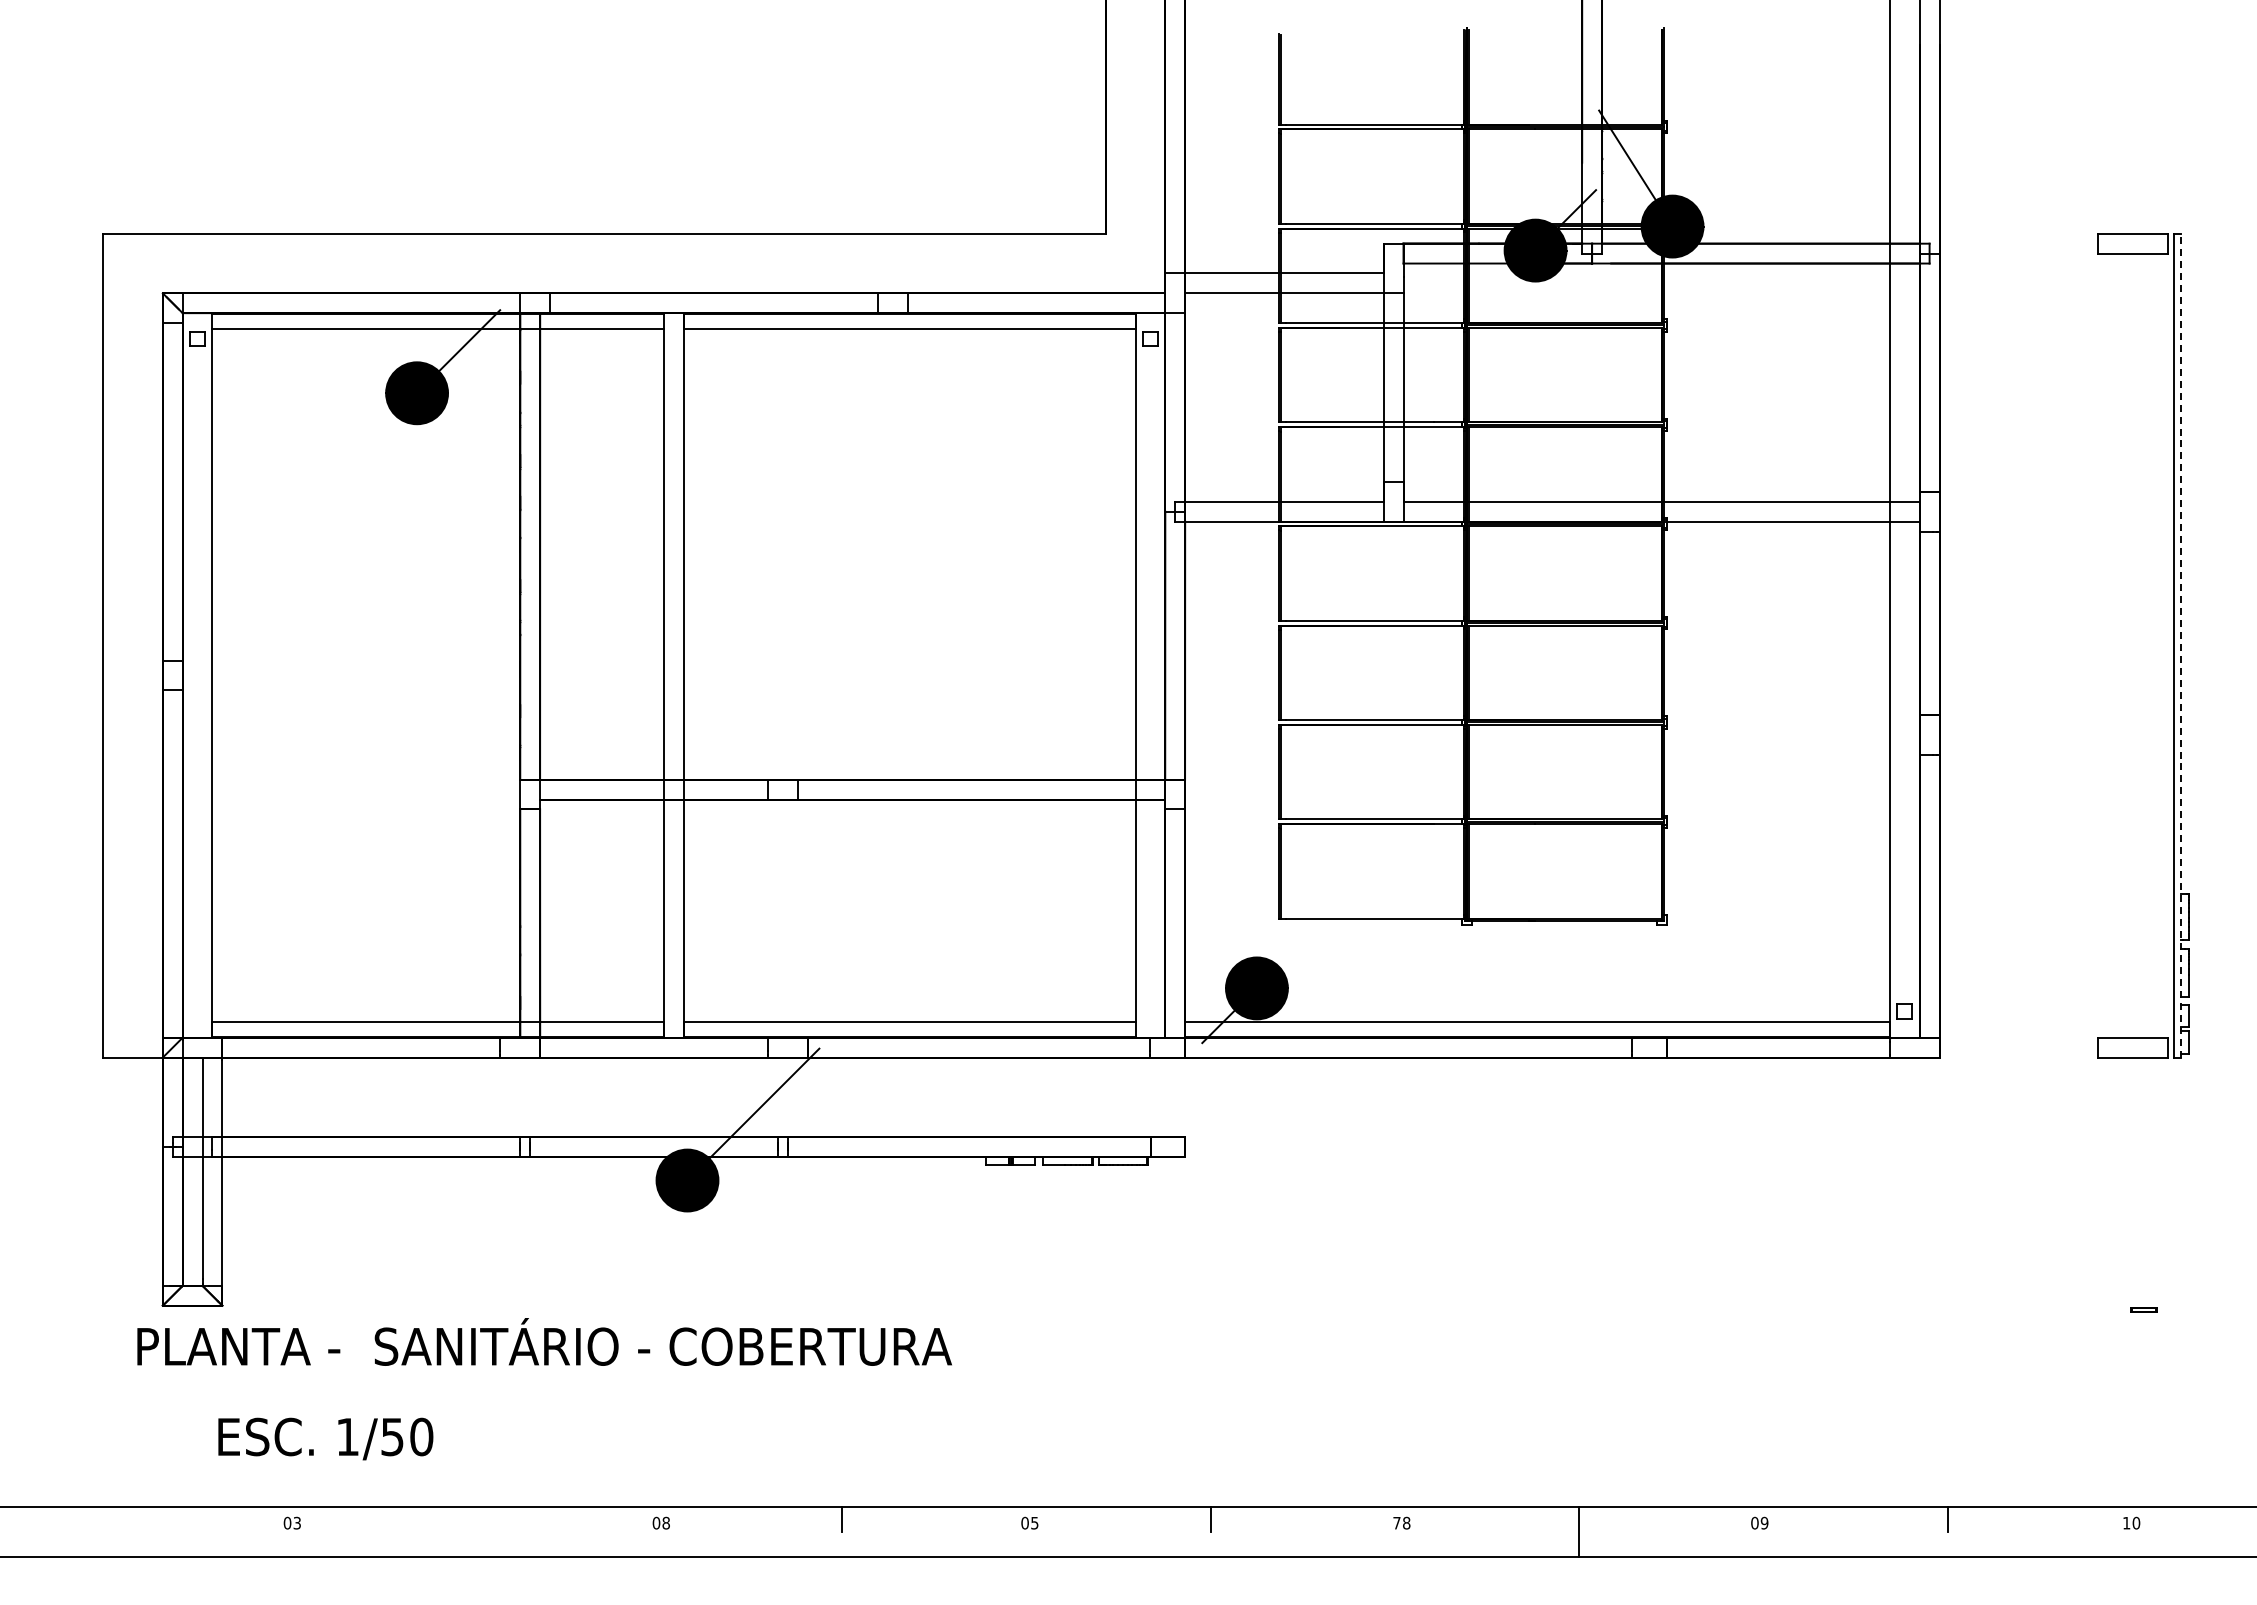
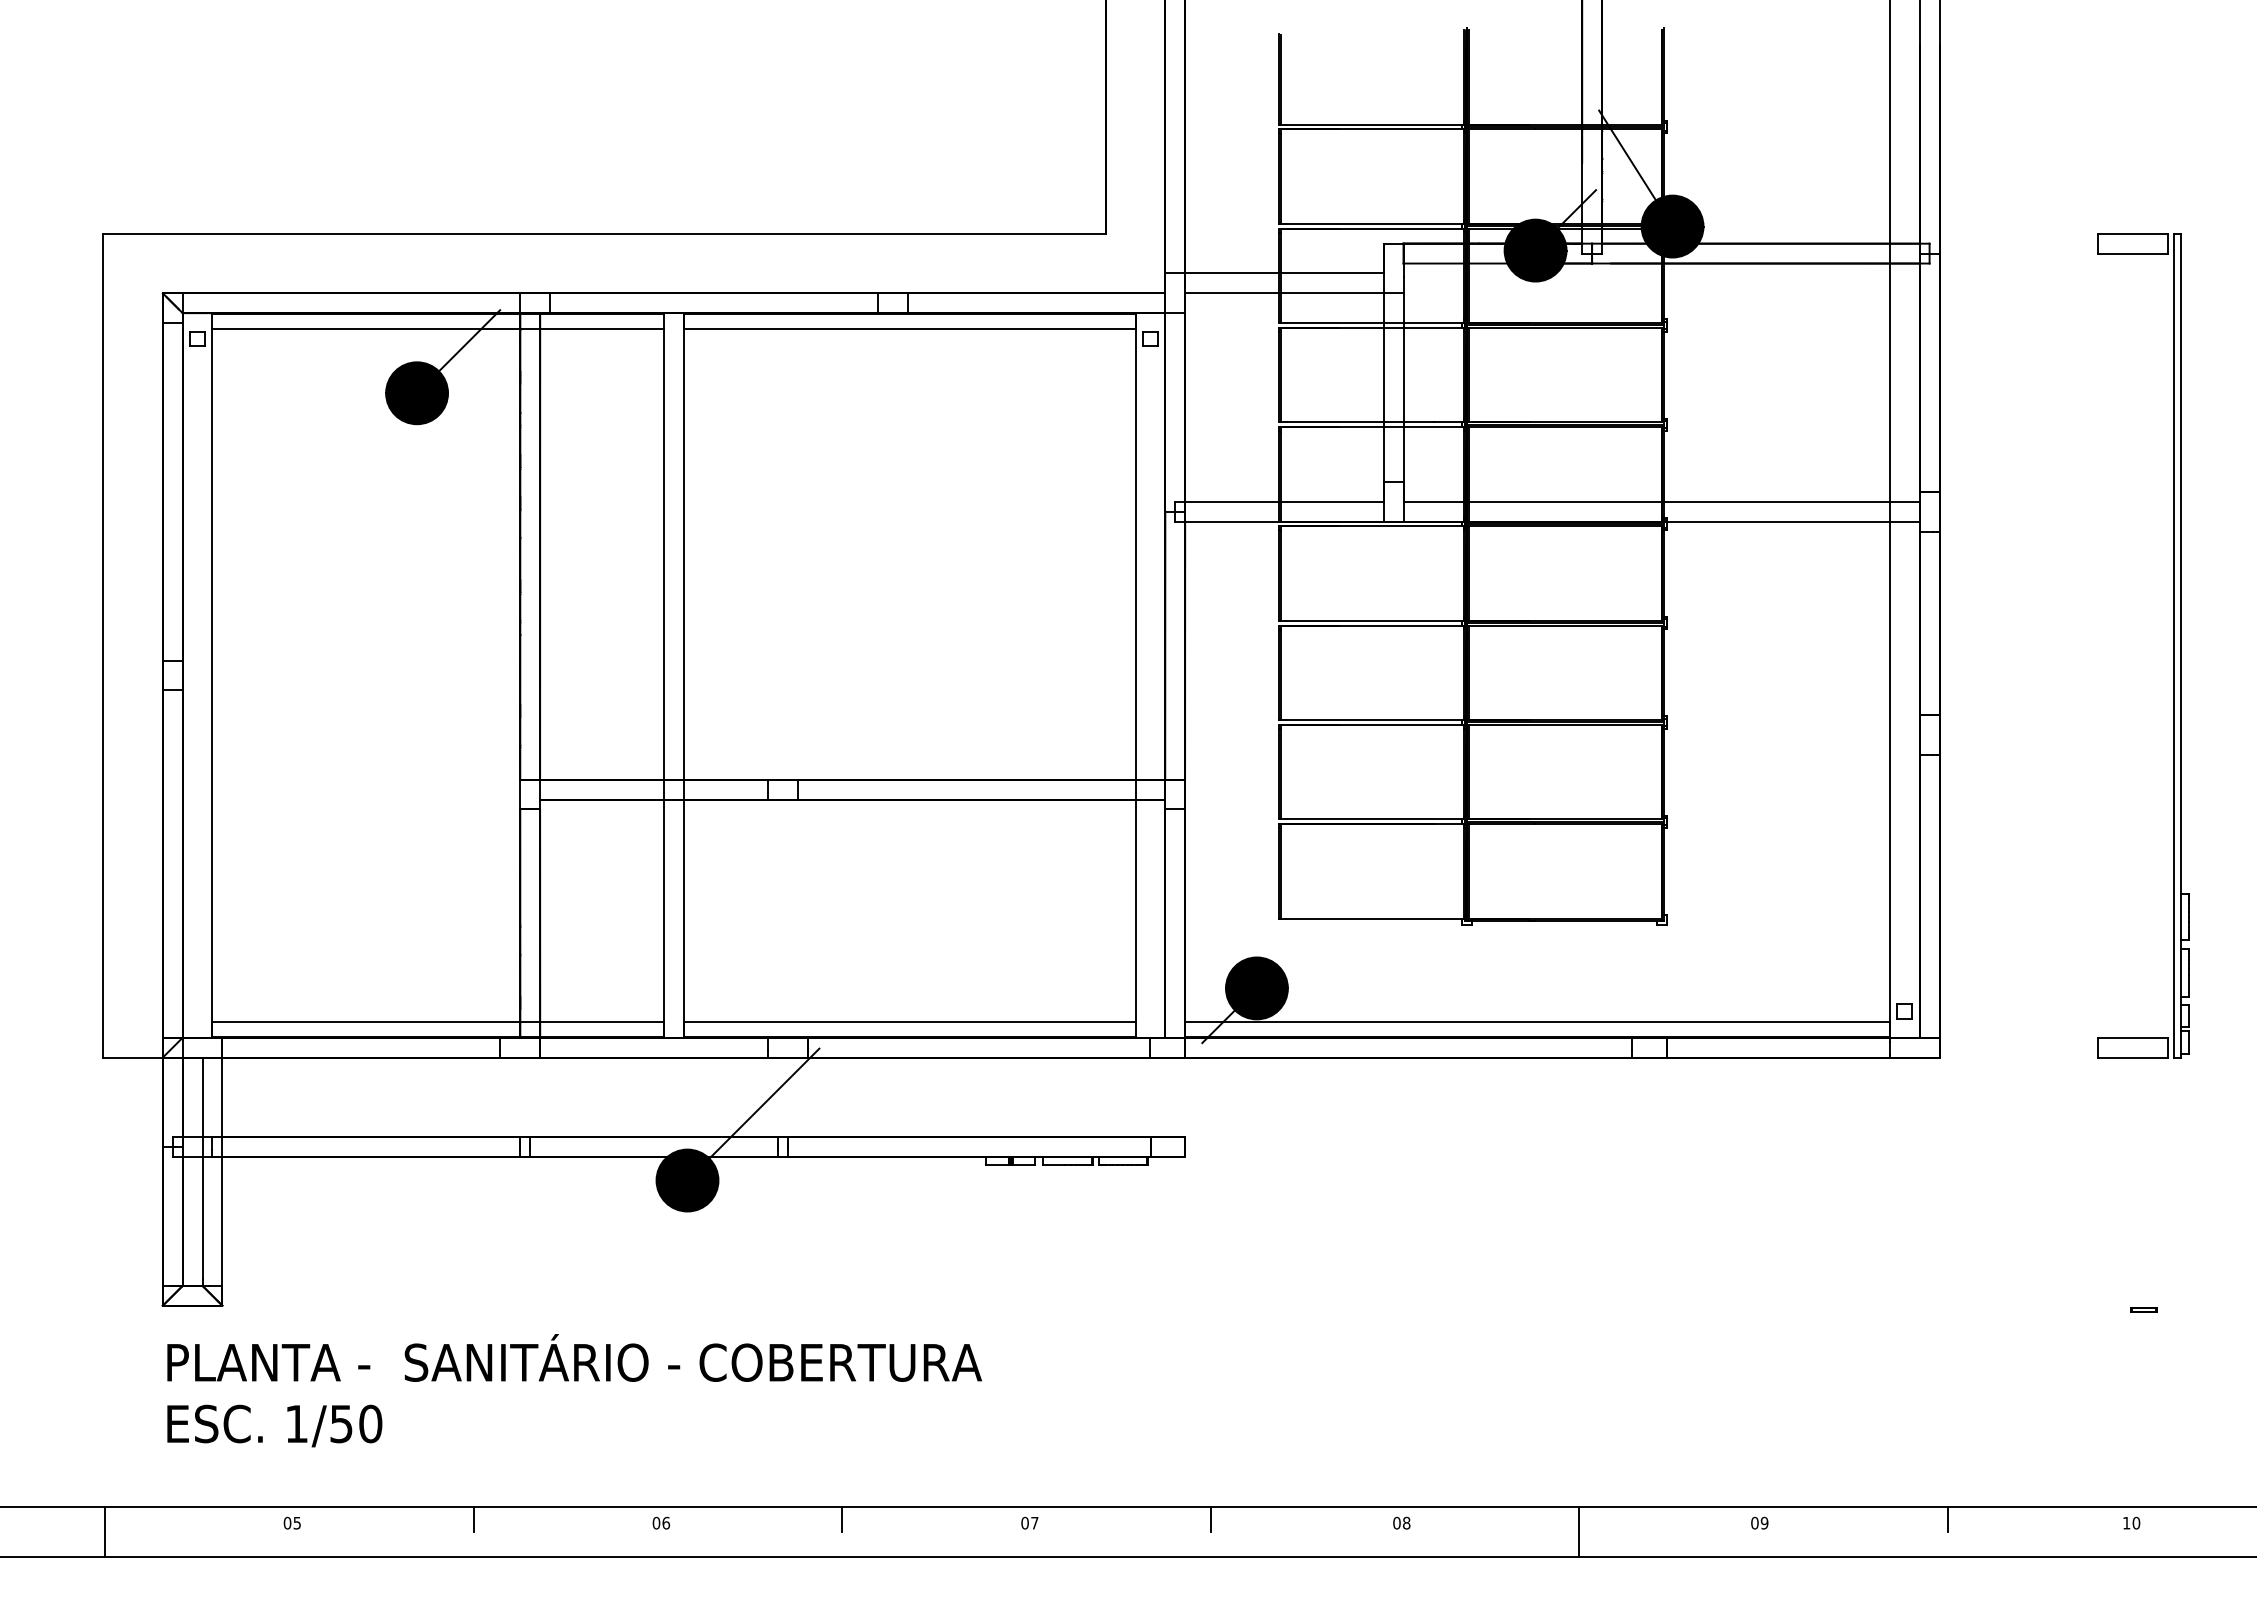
line at (2180, 645): dashed -> solid
text at (544, 1341) position: (544, 1341) -> (574, 1357)
text at (325, 1438) position: (325, 1438) -> (274, 1425)
line at (473, 1519): none -> present
text at (297, 1522): 03 -> 05
text at (666, 1522): 08 -> 06
text at (1396, 1522): 78 -> 08
text at (1034, 1523): 05 -> 07
line at (105, 1532): none -> present
